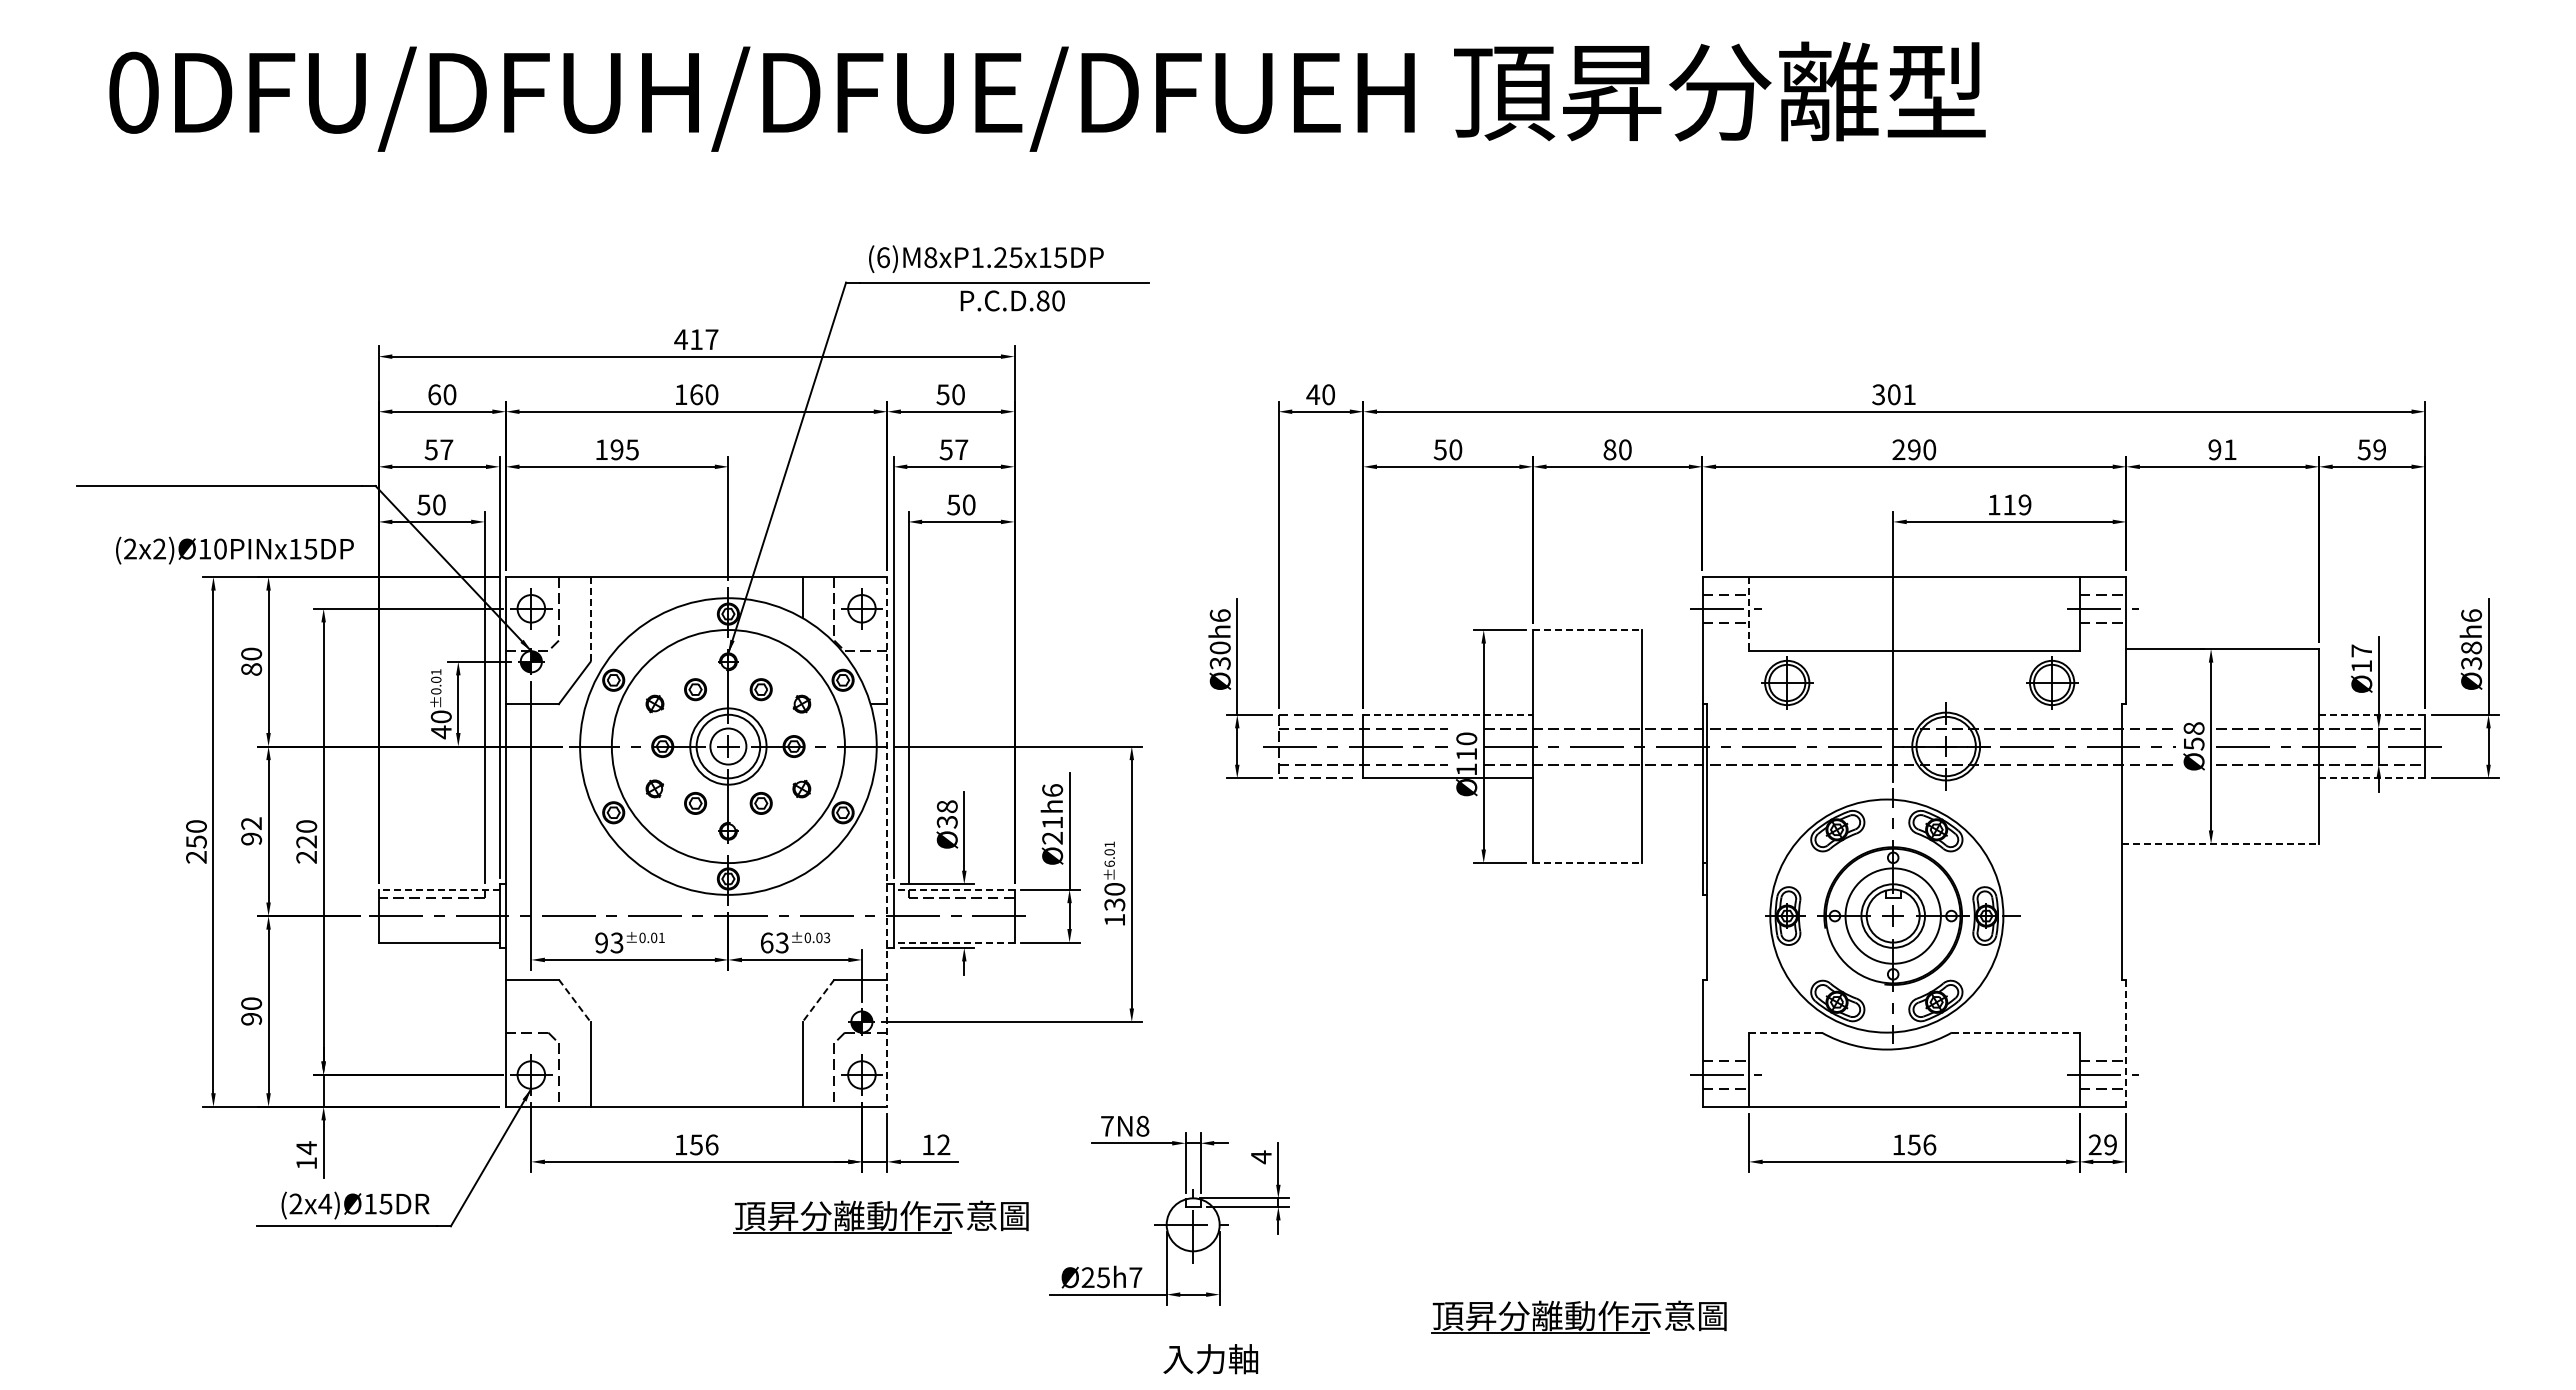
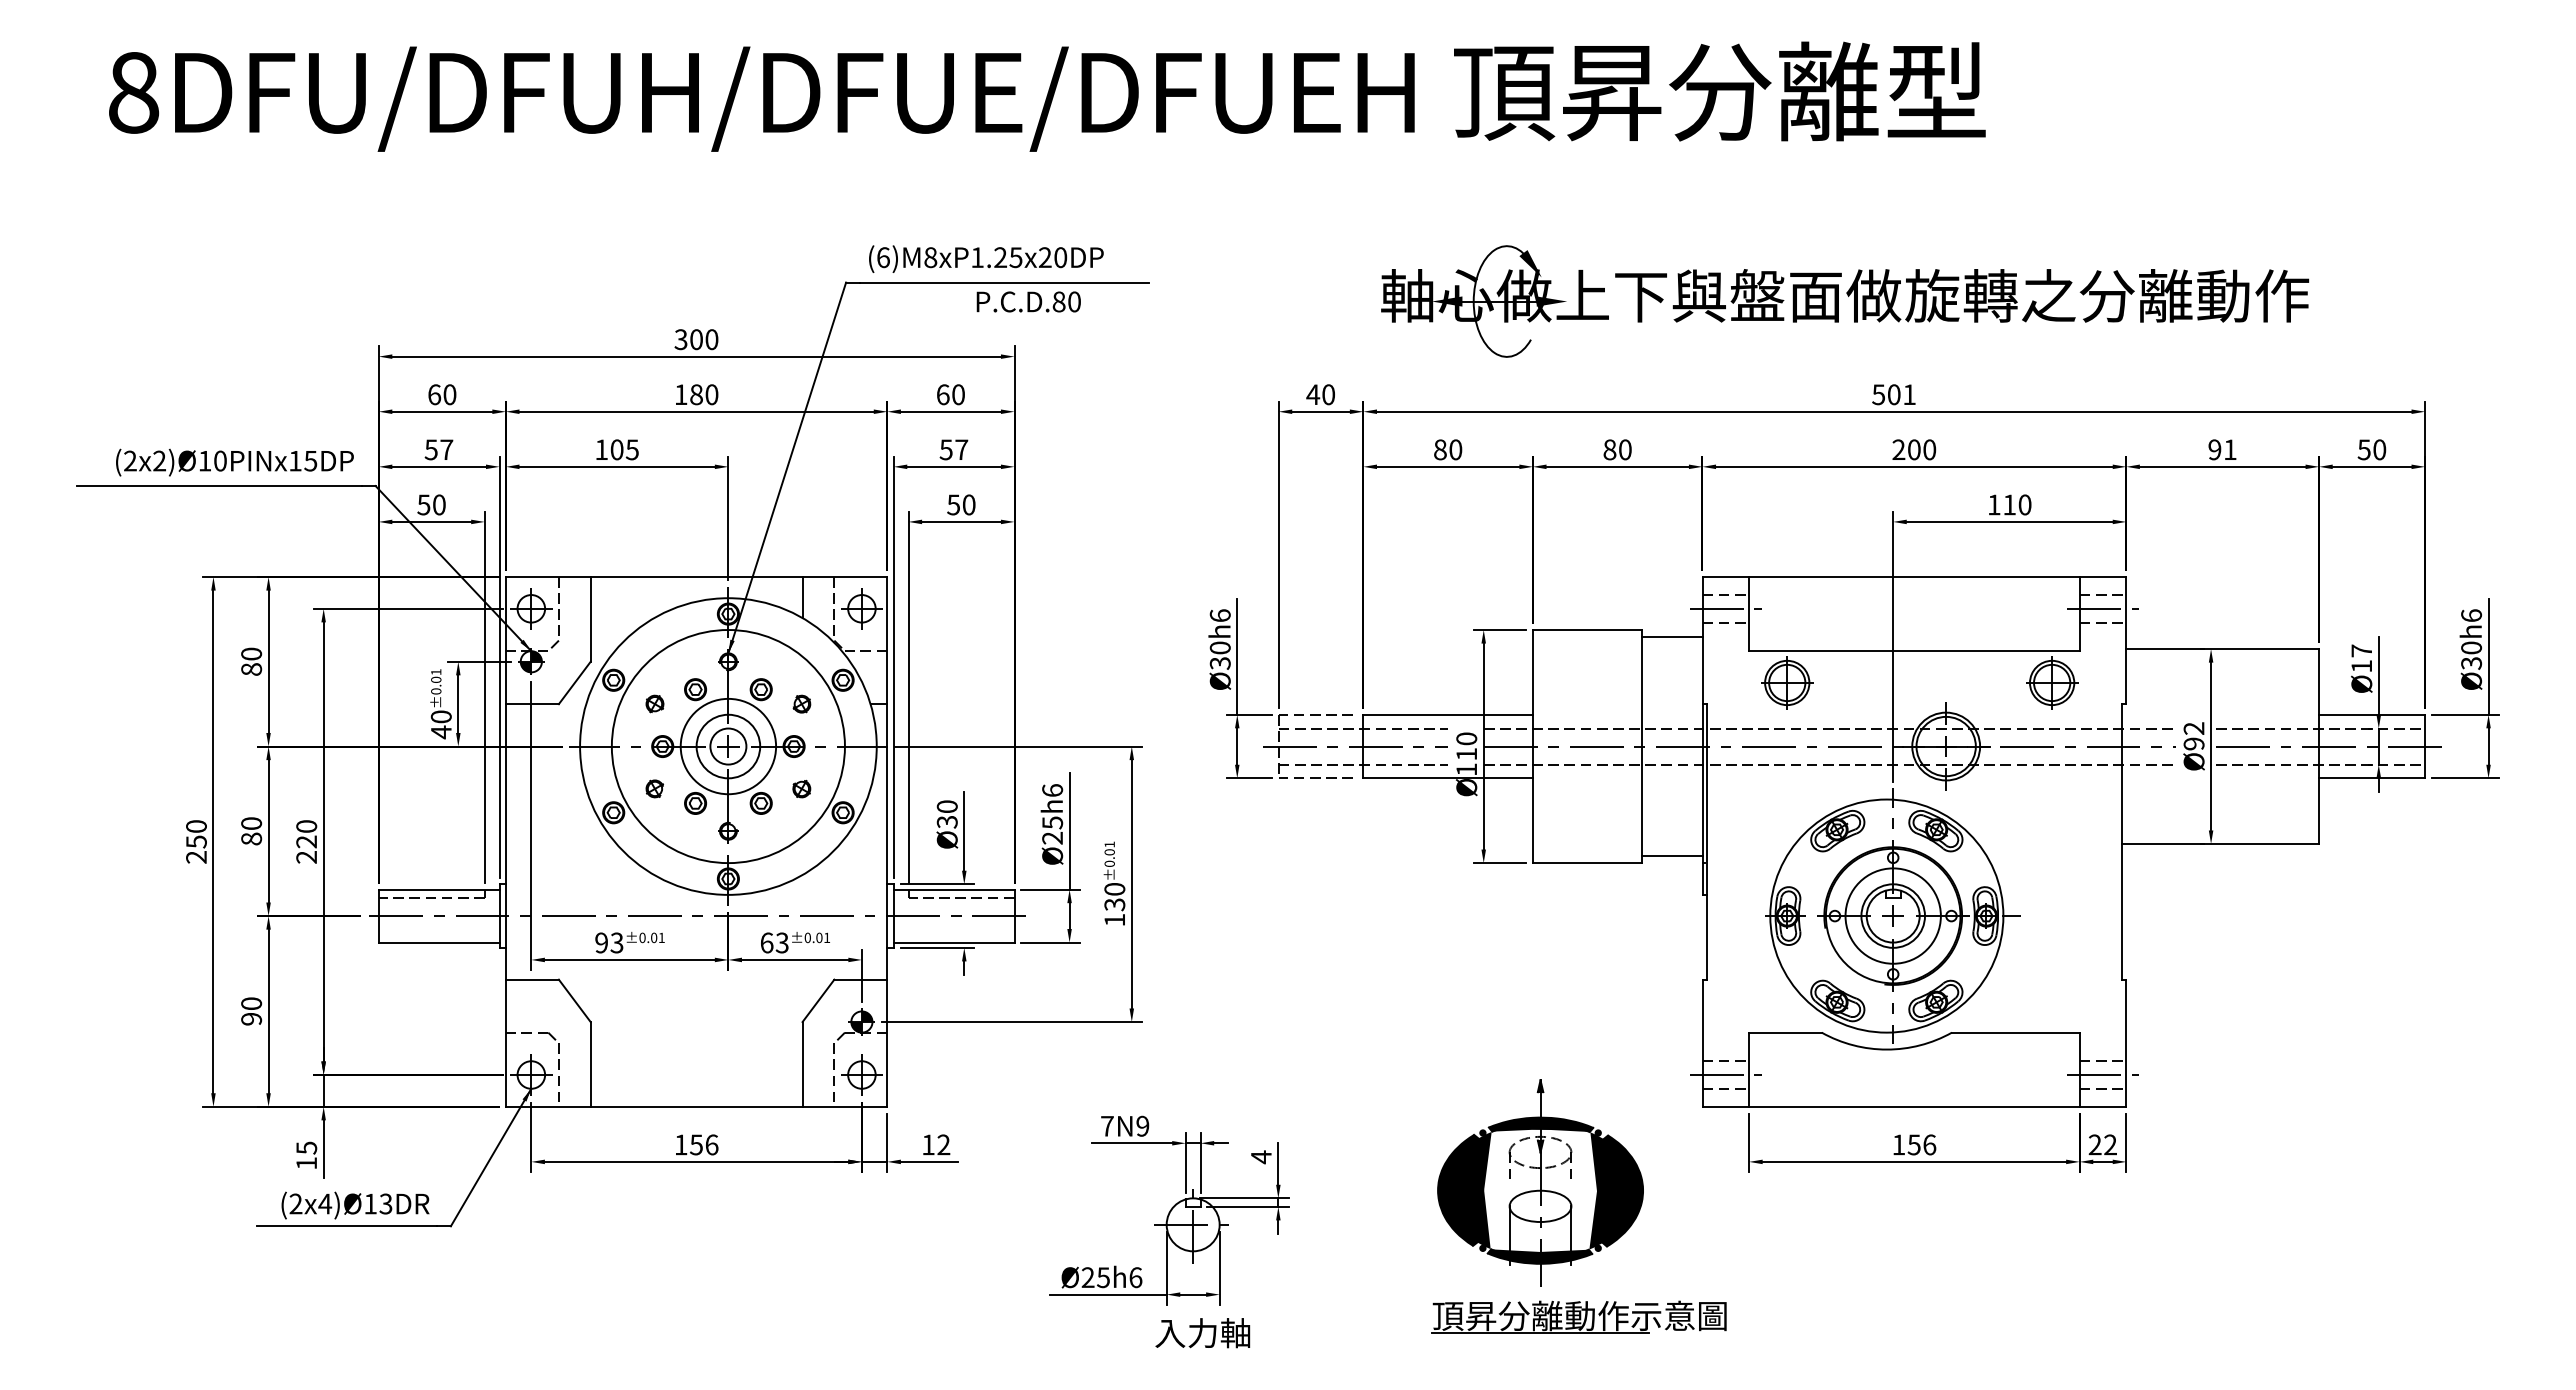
text at (134, 92): 0DFU/DFUH/DFUE/DFUEH -> 8DFU/DFUH/DFUE/DFUEH
text at (1053, 257): (6)M8xP1.25x15DP -> (6)M8xP1.25x20DP
text at (1012, 300) position: (1012, 300) -> (1028, 301)
part at (1845, 301): none -> present
text at (696, 339): 417 -> 300
text at (696, 394): 160 -> 180
text at (942, 394): 50 -> 60
text at (1878, 394): 301 -> 501
text at (616, 449): 195 -> 105
text at (1439, 449): 50 -> 80
text at (1914, 449): 290 -> 200
text at (2379, 449): 59 -> 50
text at (2024, 504): 119 -> 110
text at (234, 550) position: (234, 550) -> (234, 462)
line at (1749, 614): dashed -> solid
line at (590, 619): dashed -> solid
line at (1587, 630): dashed -> solid
line at (1672, 637): none -> present
text at (2471, 647): Ø38h6 -> Ø30h6
line at (1448, 714): dashed -> solid
line at (2372, 714): dashed -> solid
text at (2193, 736): Ø58 -> Ø92
circle at (728, 746) diameter: 76 px -> 95 px
line at (2372, 778): dashed -> solid
text at (947, 806): Ø38 -> Ø30
text at (1052, 822): Ø21h6 -> Ø25h6
text at (251, 831): 92 -> 80
line at (887, 841): dashed -> solid
line at (2220, 844): dashed -> solid
line at (1672, 855): none -> present
text at (1109, 863): ±6.01 -> ±0.01
line at (1587, 863): dashed -> solid
line at (438, 889): dashed -> solid
line at (953, 889): dashed -> solid
text at (827, 937): ±0.03 -> ±0.01
line at (953, 942): dashed -> solid
line at (575, 1001): dashed -> solid
line at (818, 1001): dashed -> solid
line at (1785, 1032): dashed -> solid
line at (2015, 1032): dashed -> solid
line at (2126, 1043): dashed -> solid
text at (1142, 1125): 7N8 -> 7N9
text at (2110, 1144): 29 -> 22
text at (306, 1148): 14 -> 15
part at (1540, 1182): none -> present
text at (386, 1203): (2x4)Ø15DR -> (2x4)Ø13DR
part at (880, 1216): present -> none
text at (1135, 1277): Ø25h7 -> Ø25h6
text at (1210, 1359) position: (1210, 1359) -> (1202, 1333)
